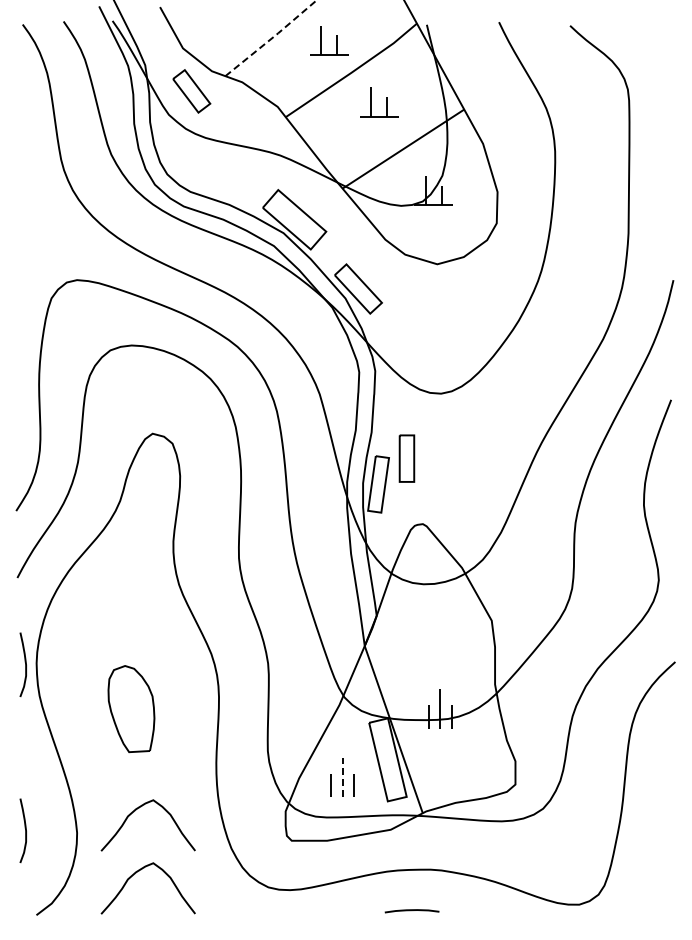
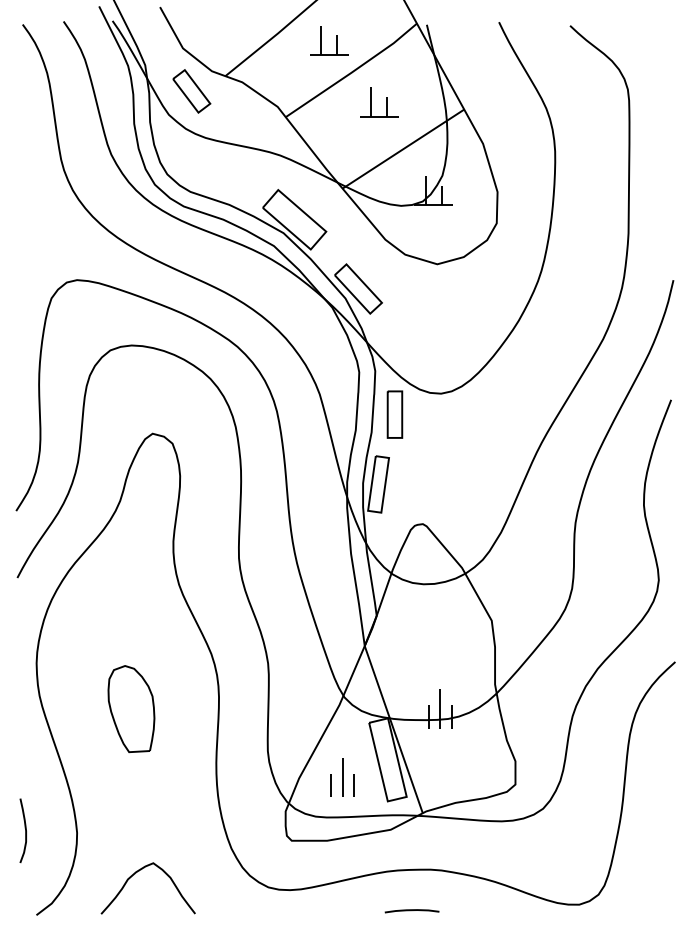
line at (271, 38): dashed -> solid
part at (406, 458) position: (406, 458) -> (394, 414)
curve at (24, 662): present -> none
line at (342, 777): dashed -> solid
curve at (135, 811): present -> none
